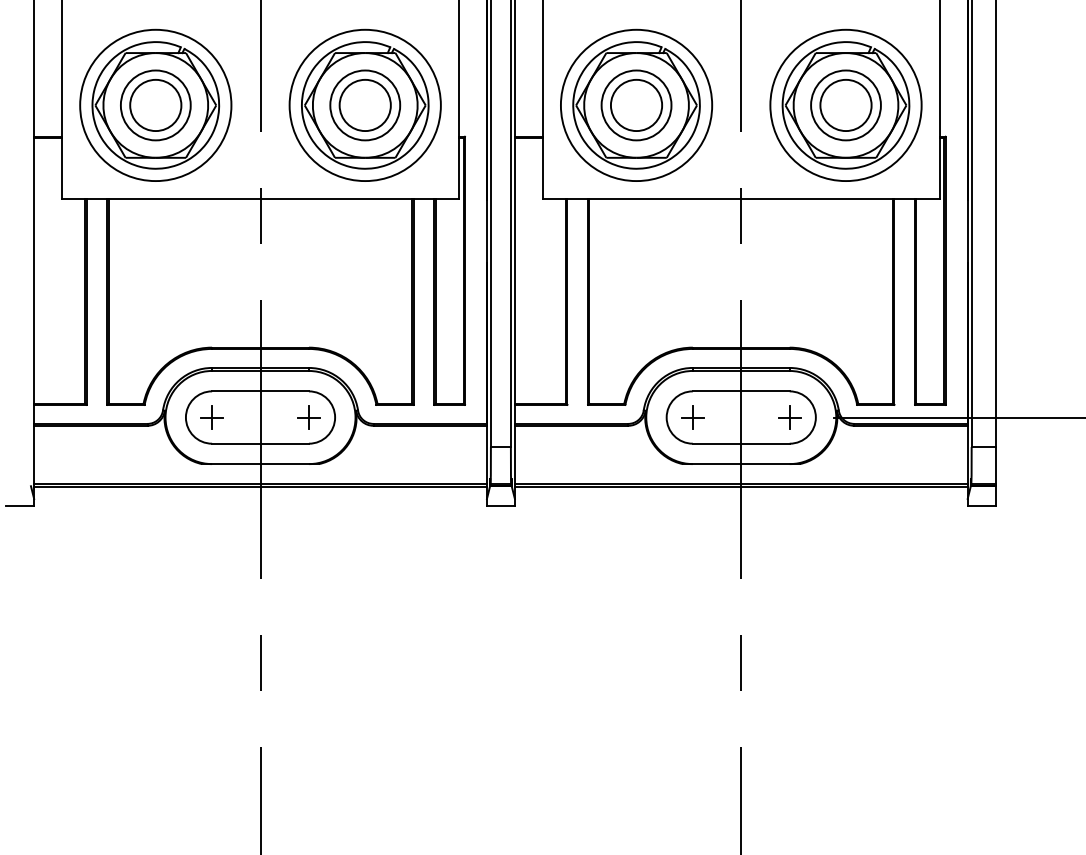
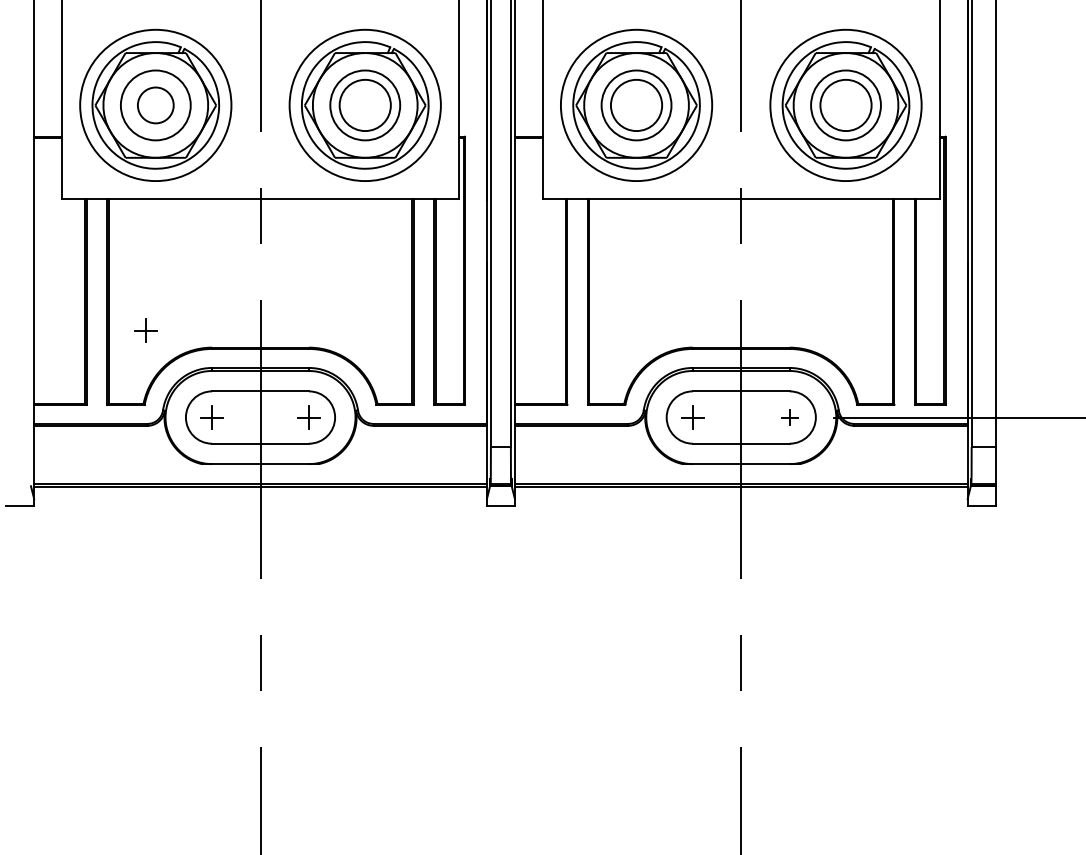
circle at (155, 105) diameter: 51 px -> 36 px
part at (145, 330): none -> present
part at (789, 417) size: 24x25 px -> 18x17 px
